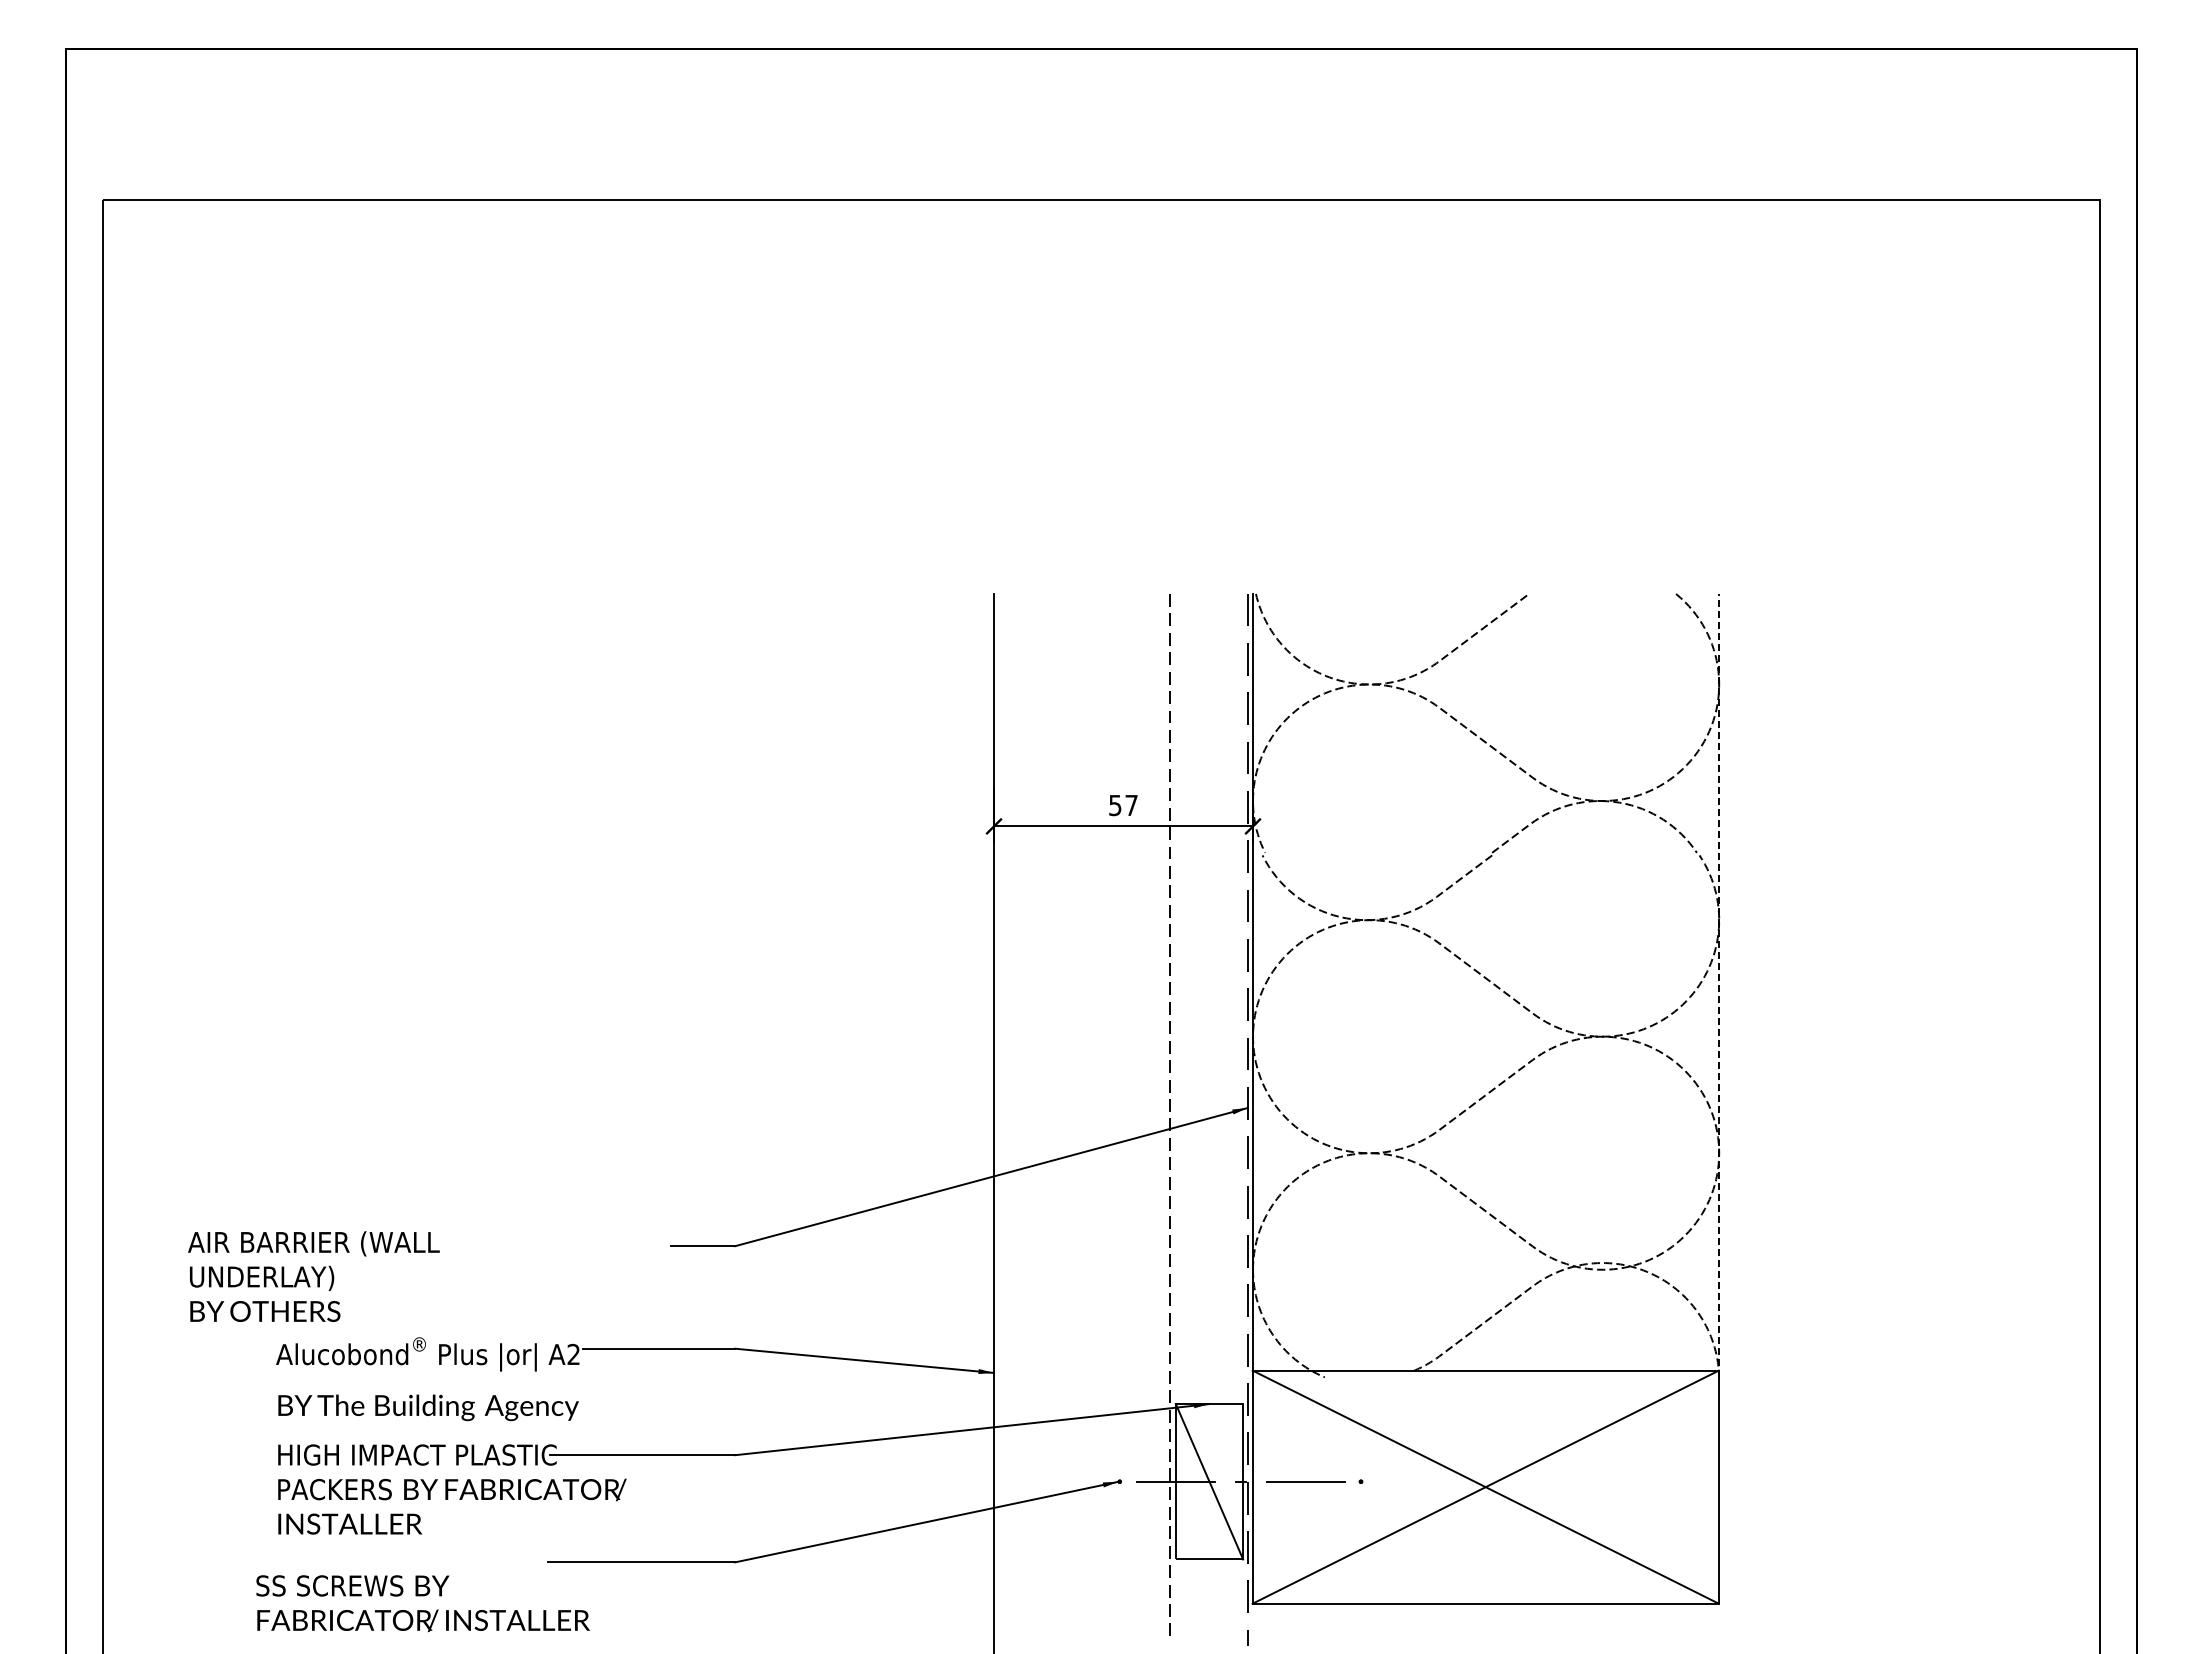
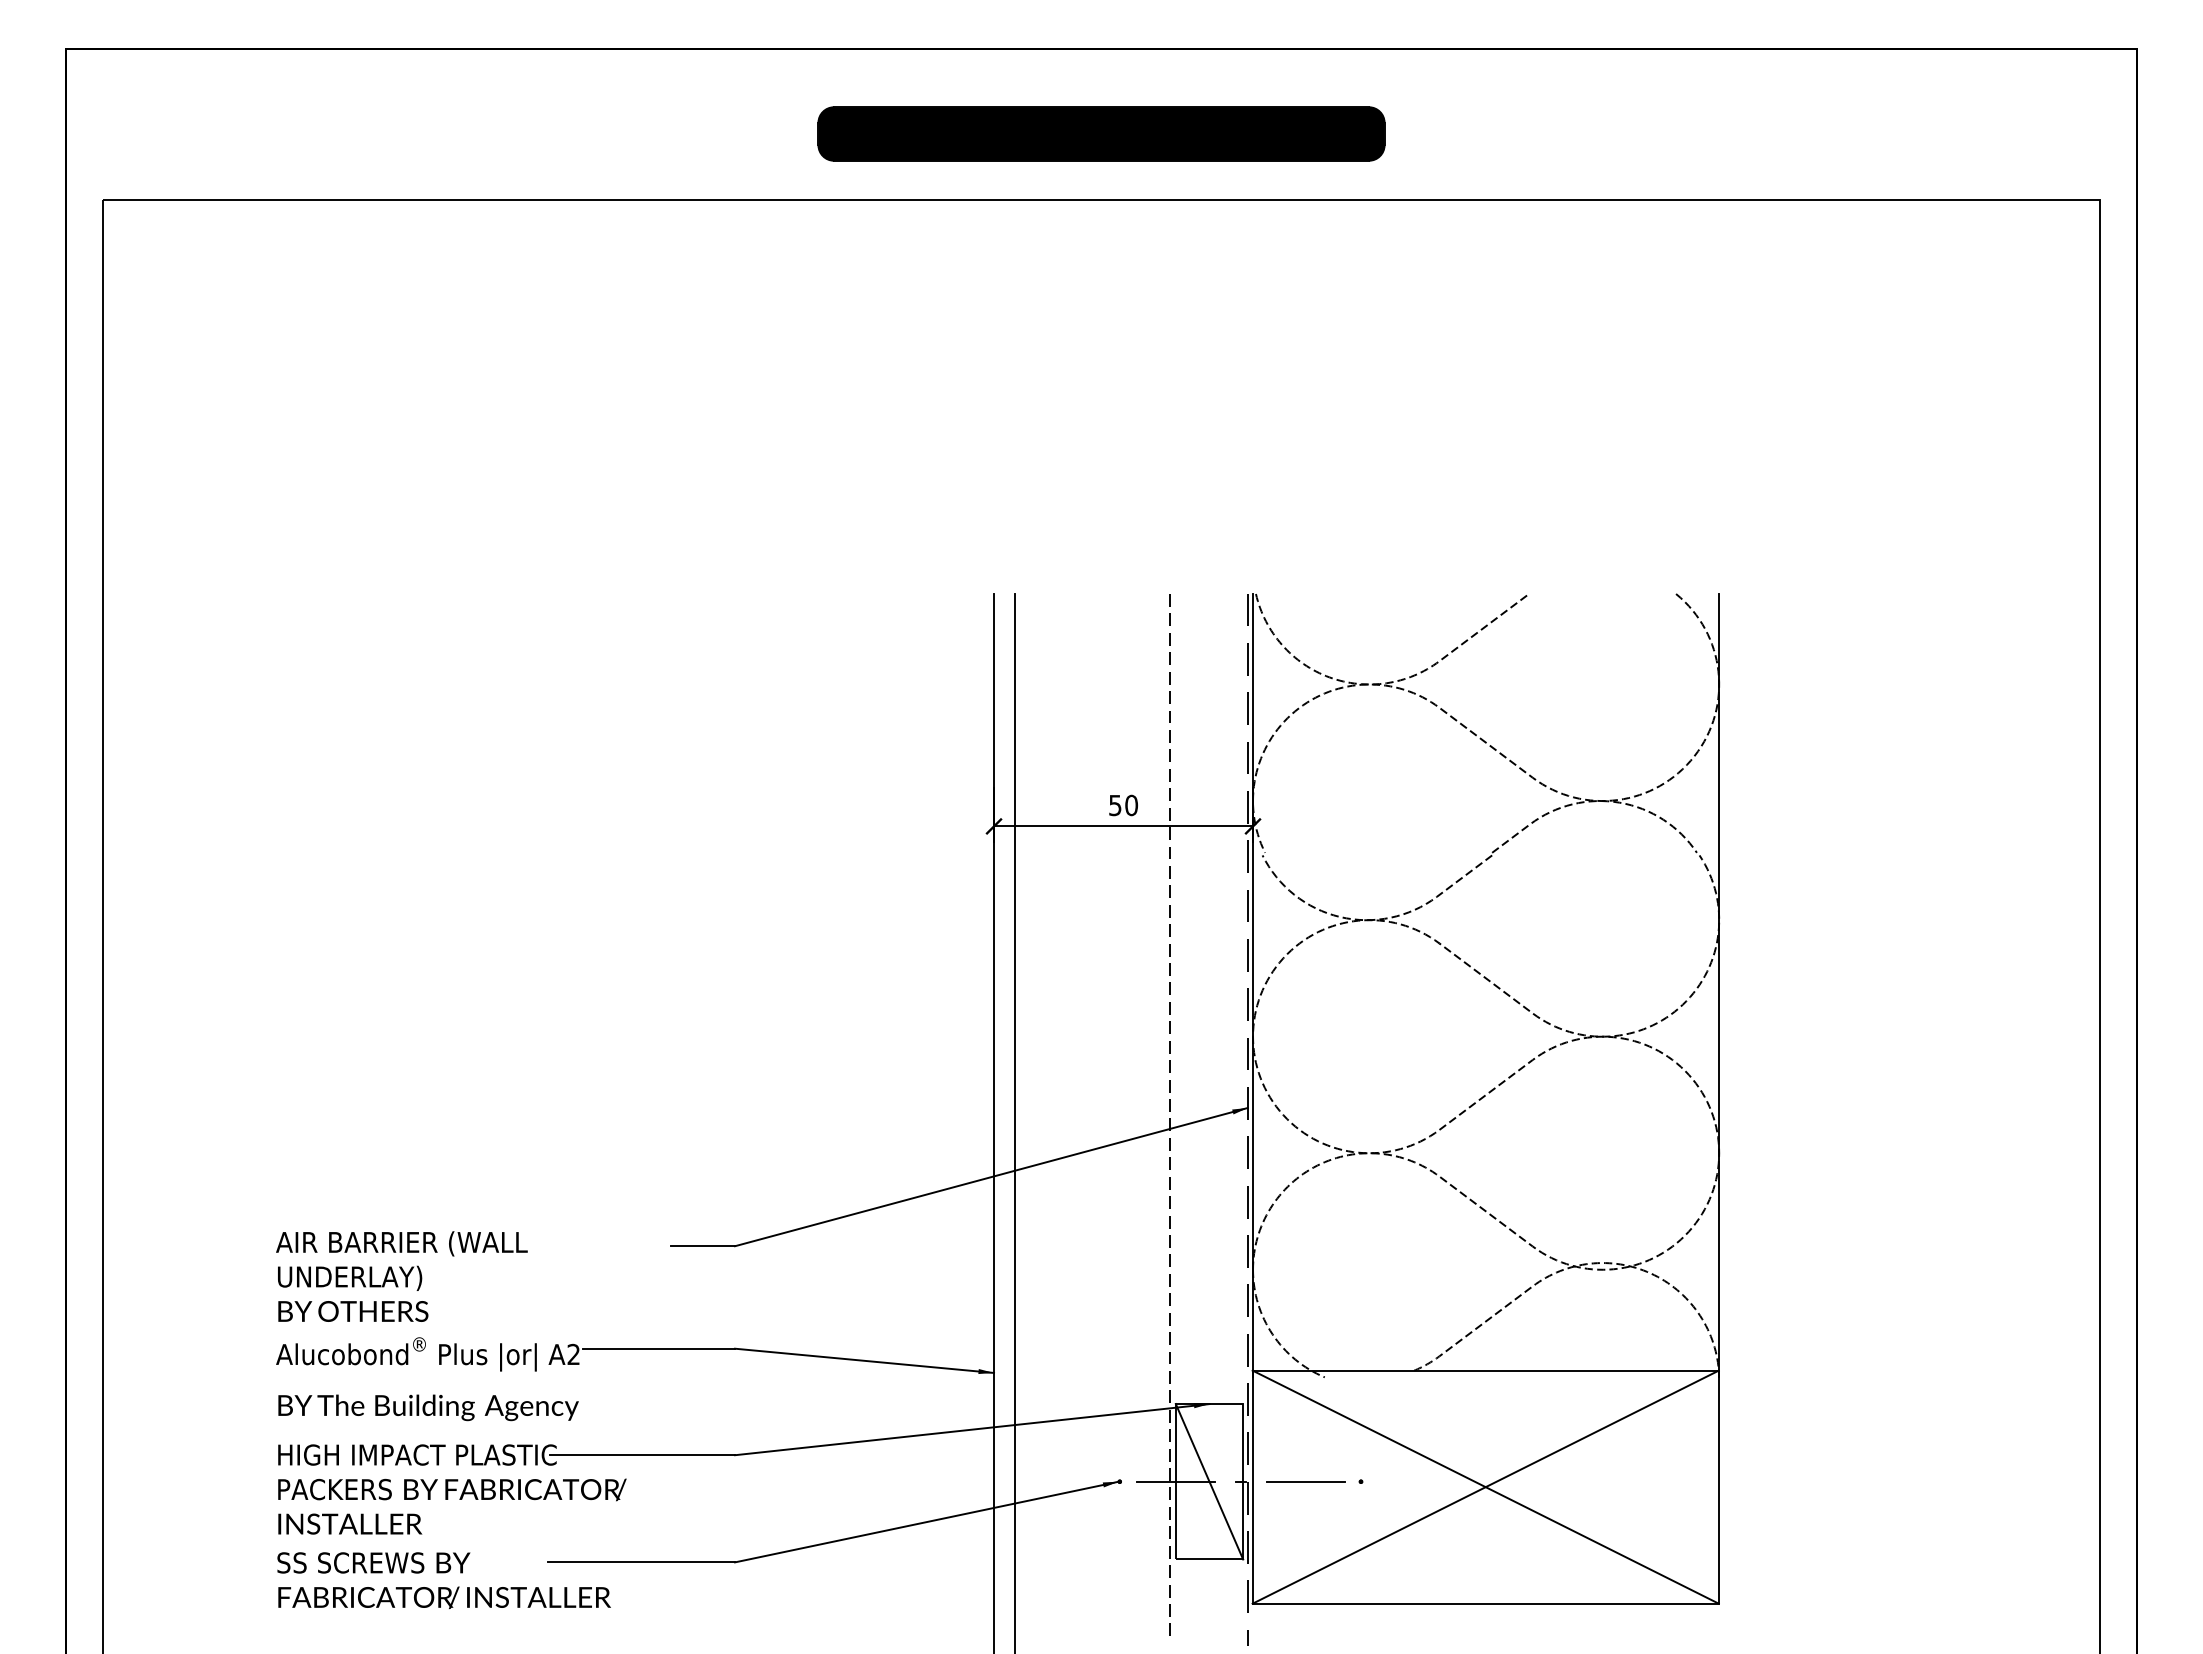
part at (1101, 133): none -> present
text at (1131, 805): 57 -> 50
line at (1719, 985): dashed -> solid
line at (1014, 1122): none -> present
text at (313, 1276) position: (313, 1276) -> (401, 1276)
text at (422, 1603) position: (422, 1603) -> (443, 1580)
